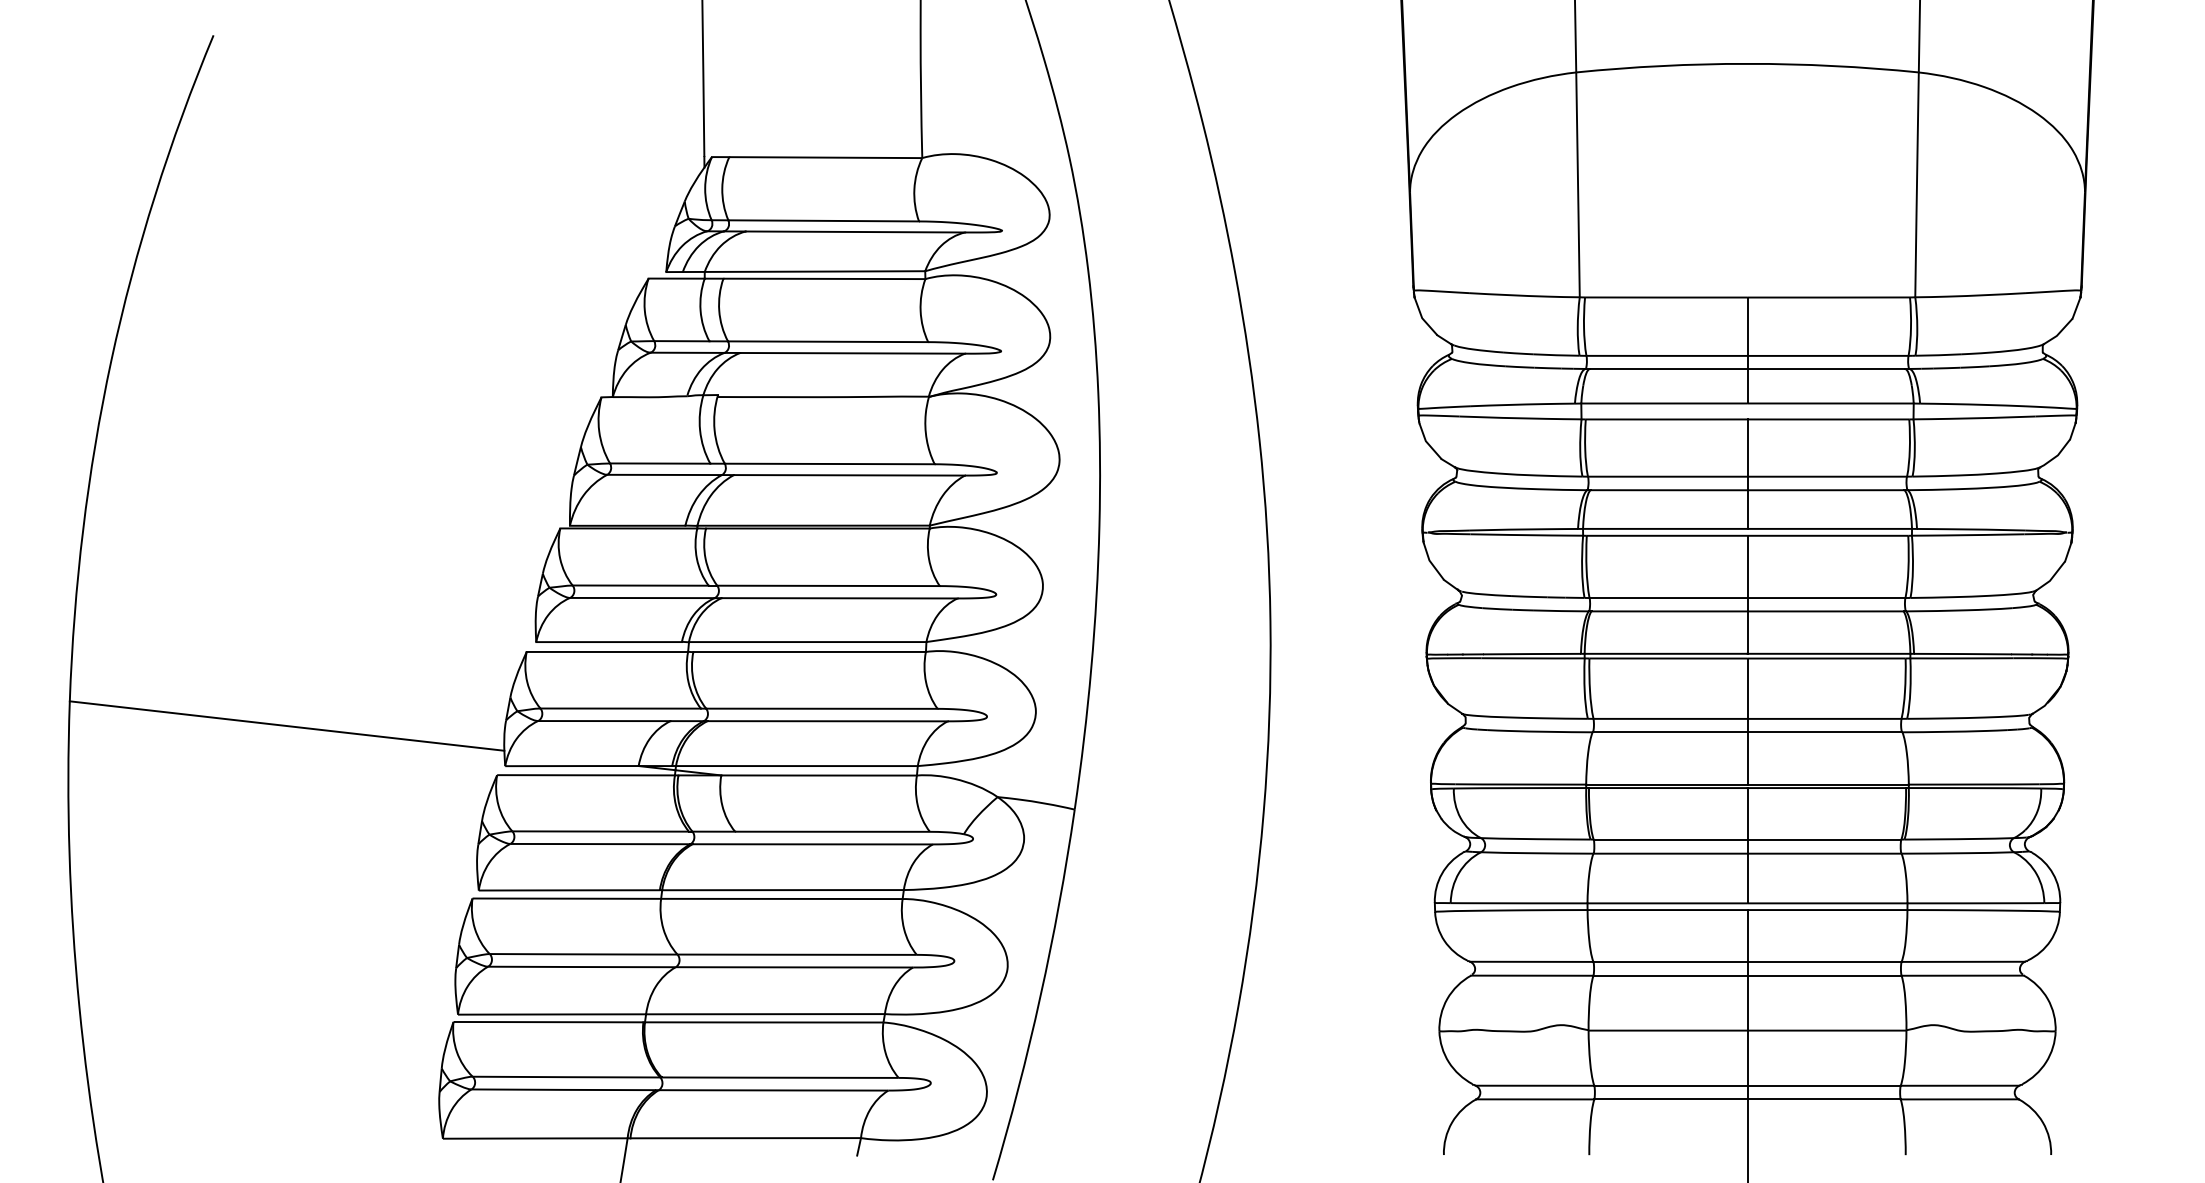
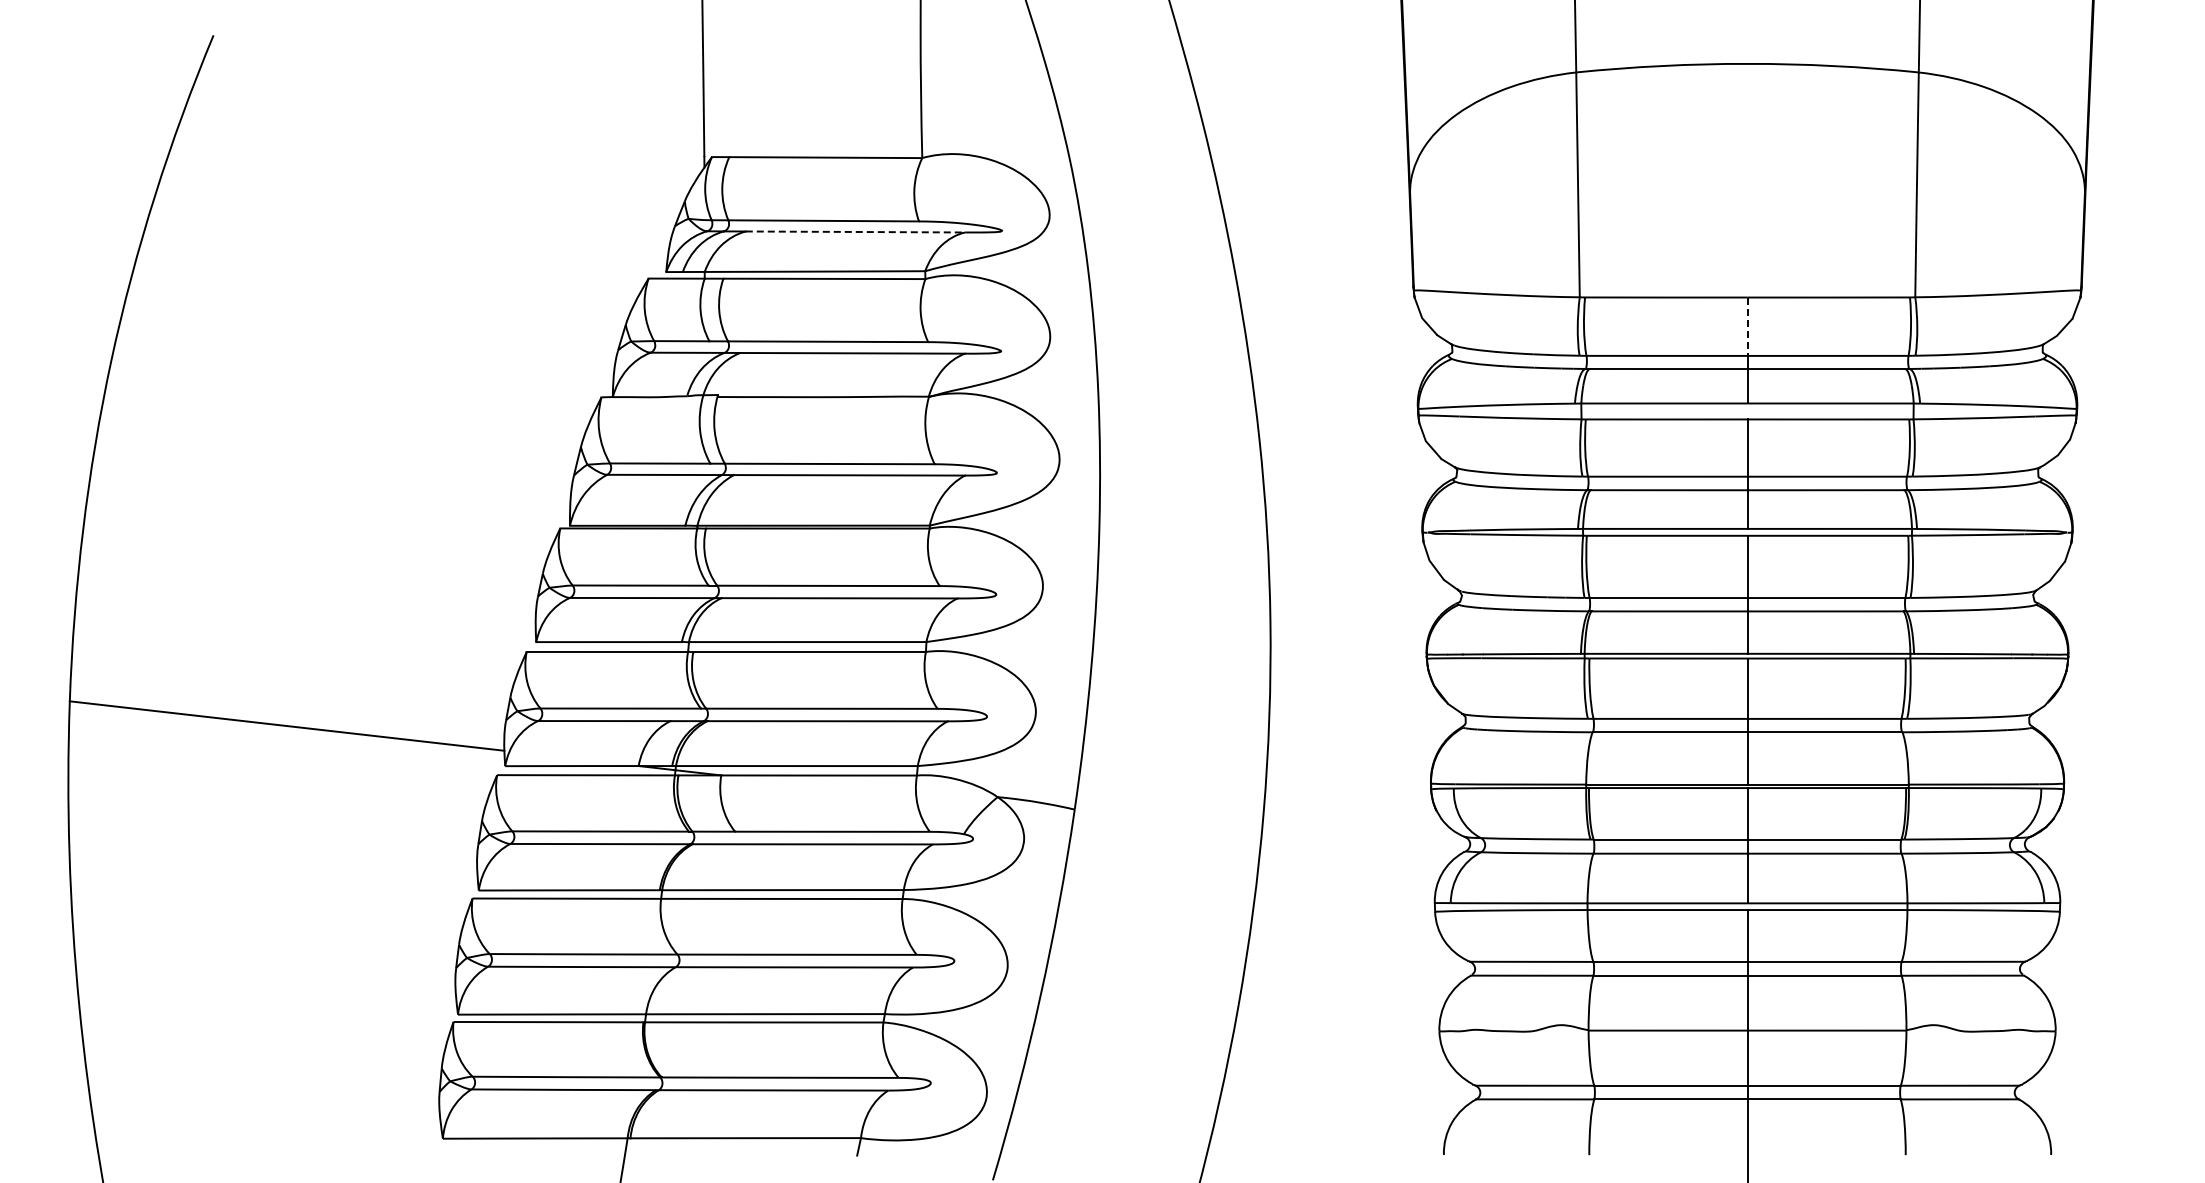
line at (855, 231): solid -> dashed
line at (1747, 327): solid -> dashed
